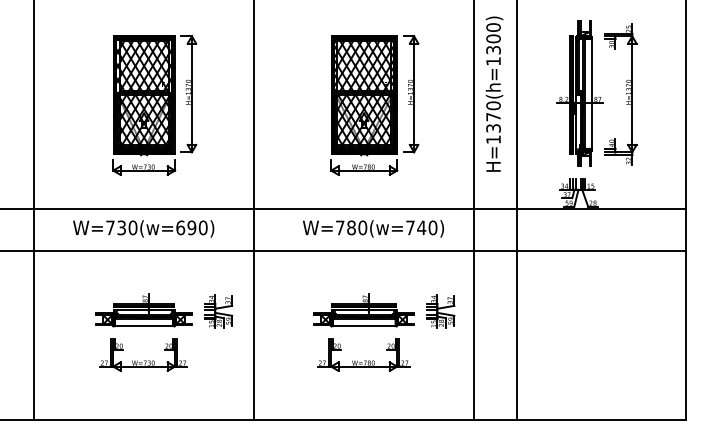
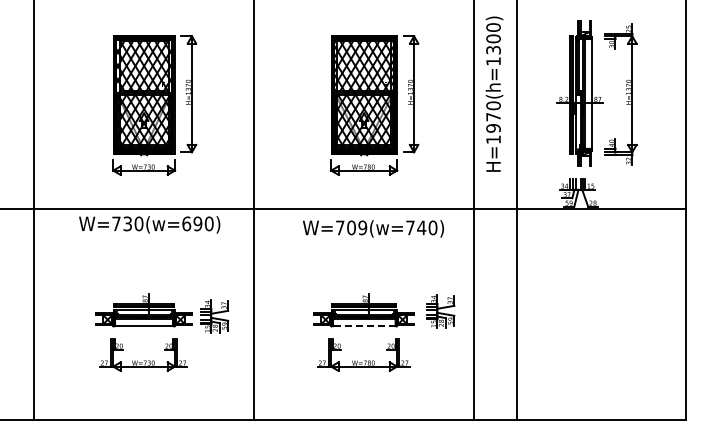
text at (493, 128): H=1370(h=1300) -> H=1970(h=1300)
text at (357, 227): W=780(w=740) -> W=709(w=740)
text at (143, 228) position: (143, 228) -> (149, 224)
line at (343, 250): present -> none
part at (218, 311) position: (218, 311) -> (214, 316)
line at (363, 326): solid -> dashed
